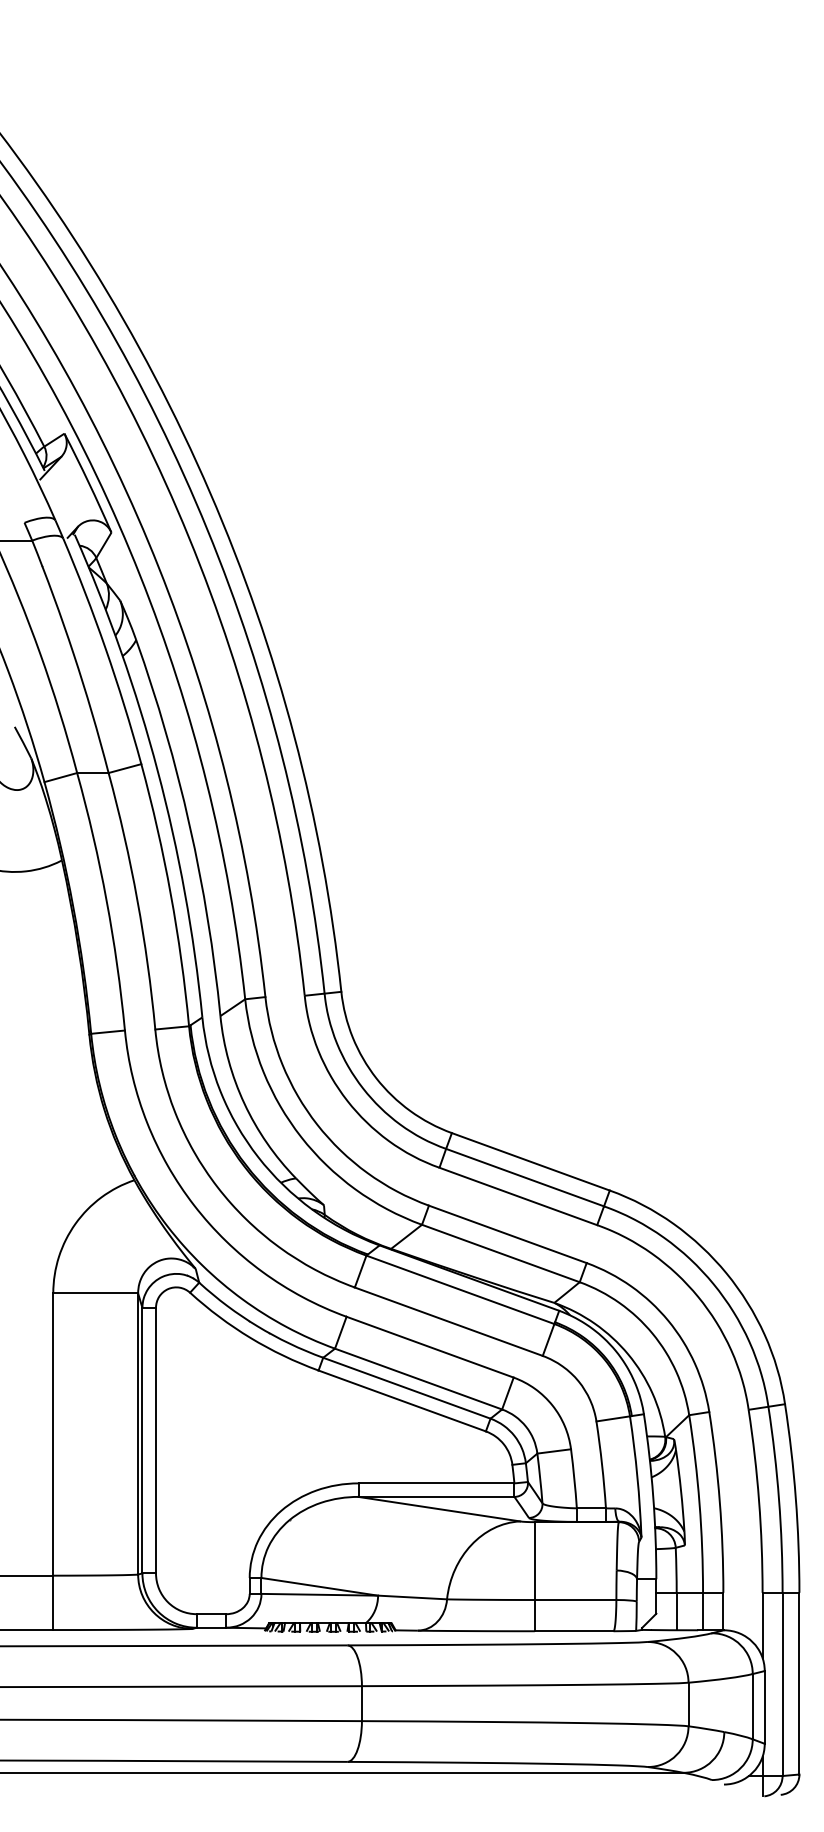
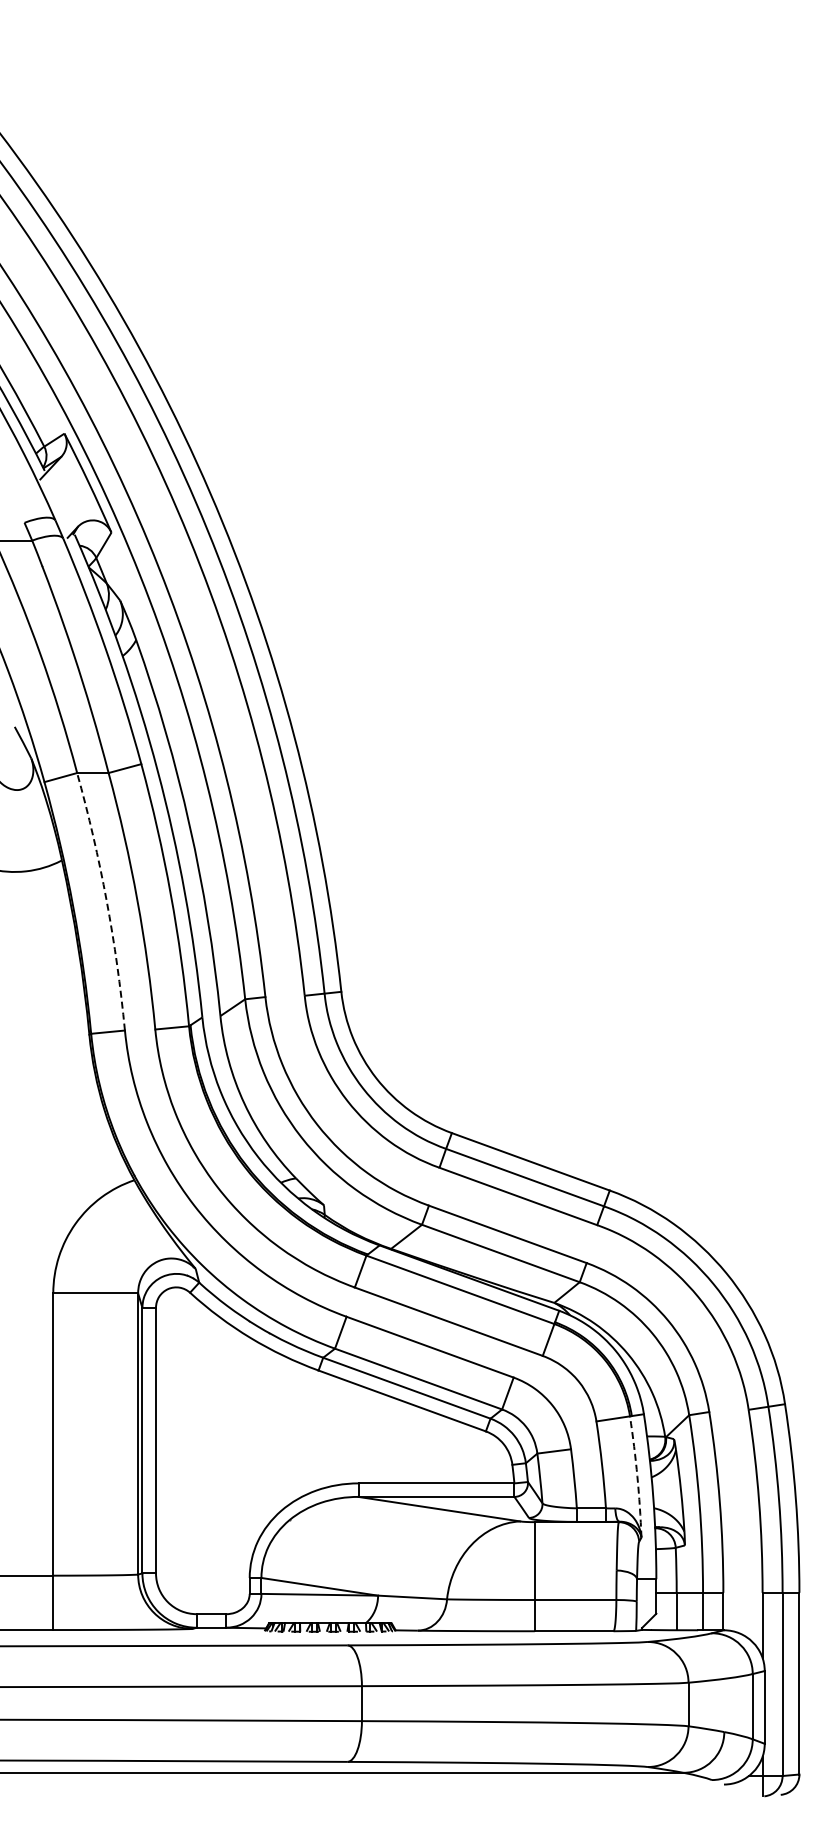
arc at (106, 900): solid -> dashed
arc at (637, 1476): solid -> dashed
